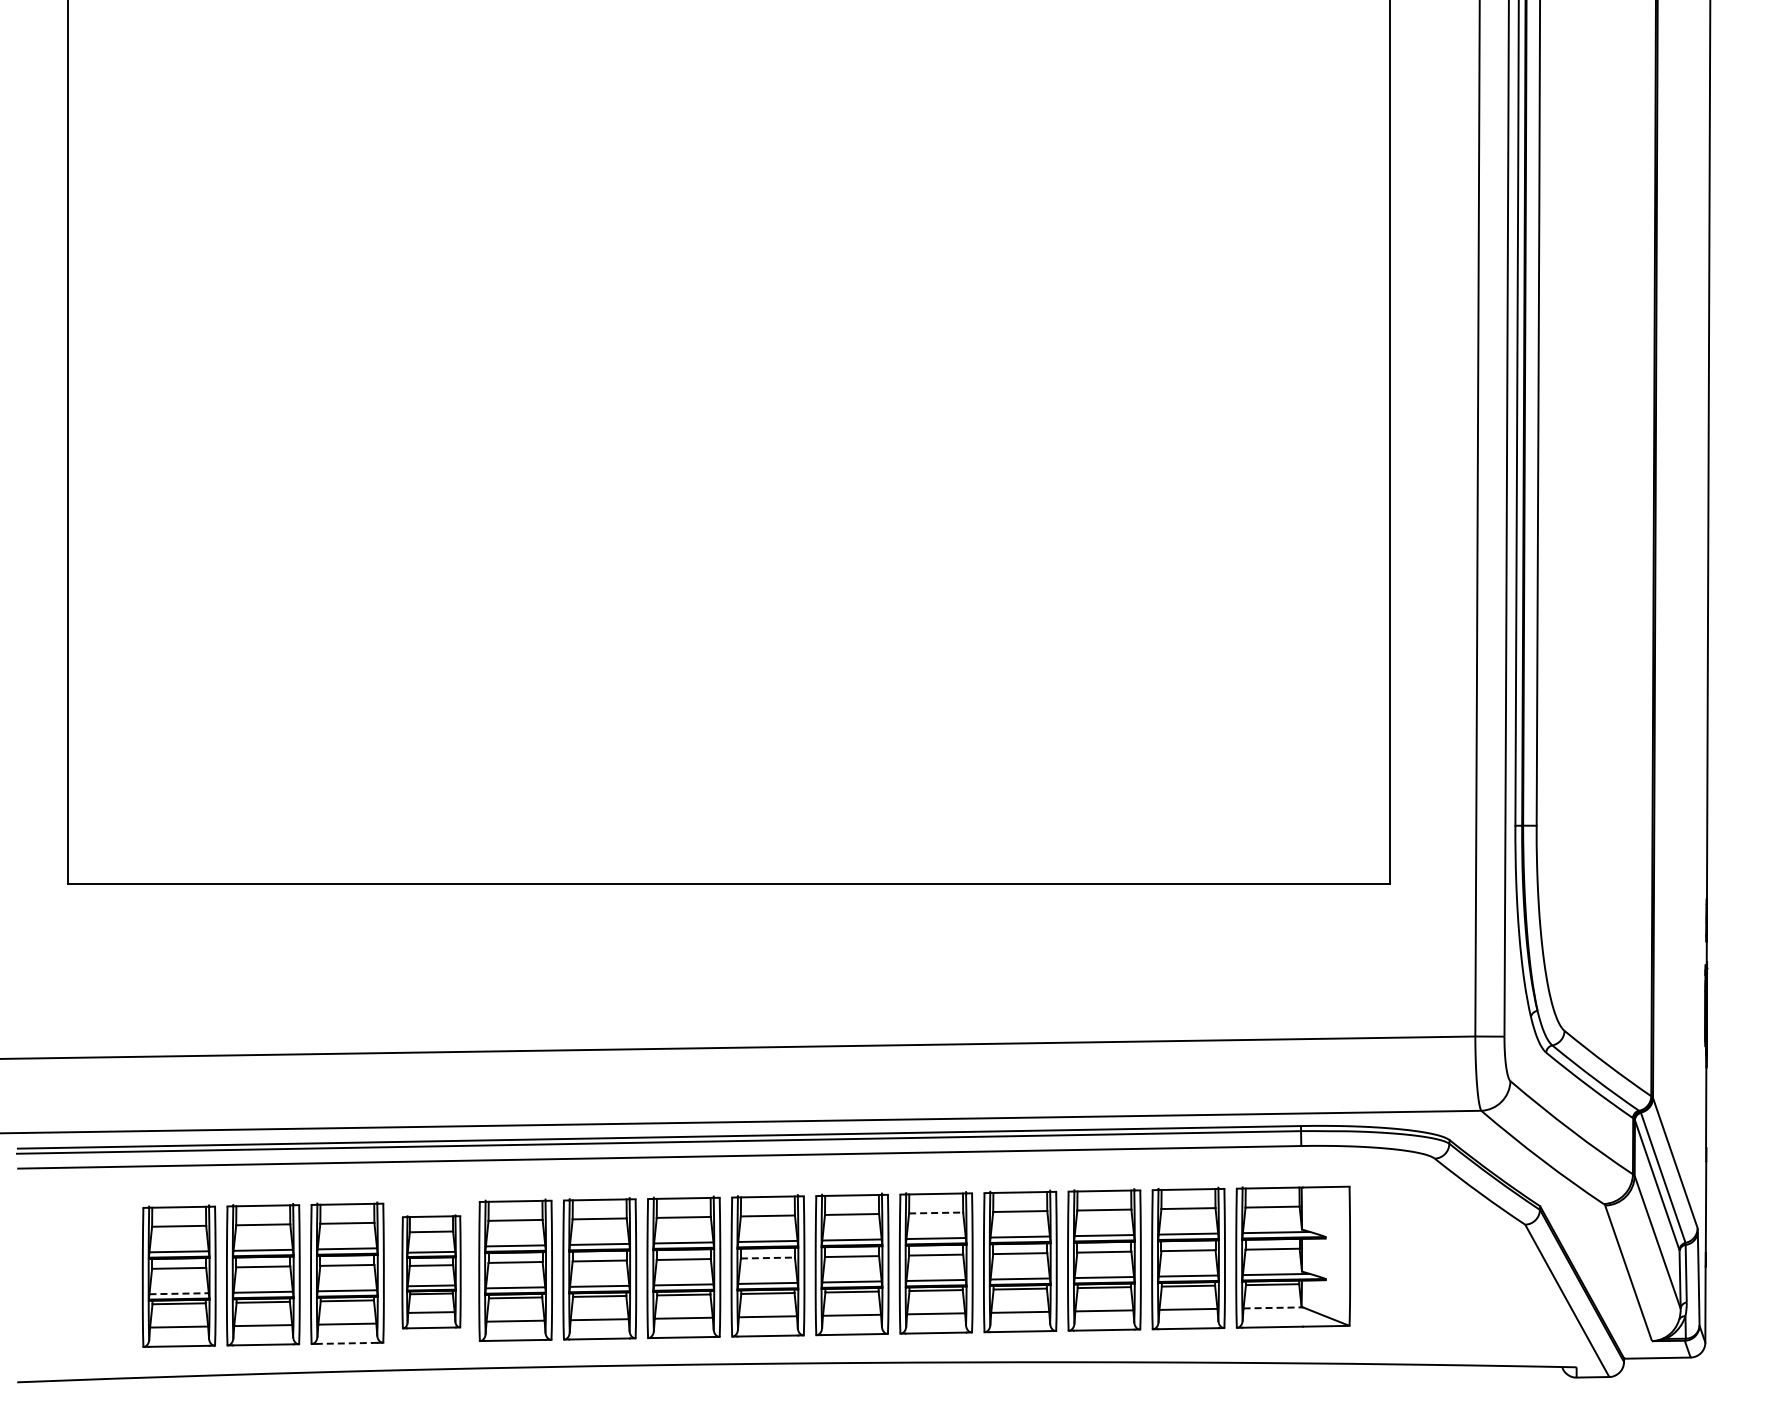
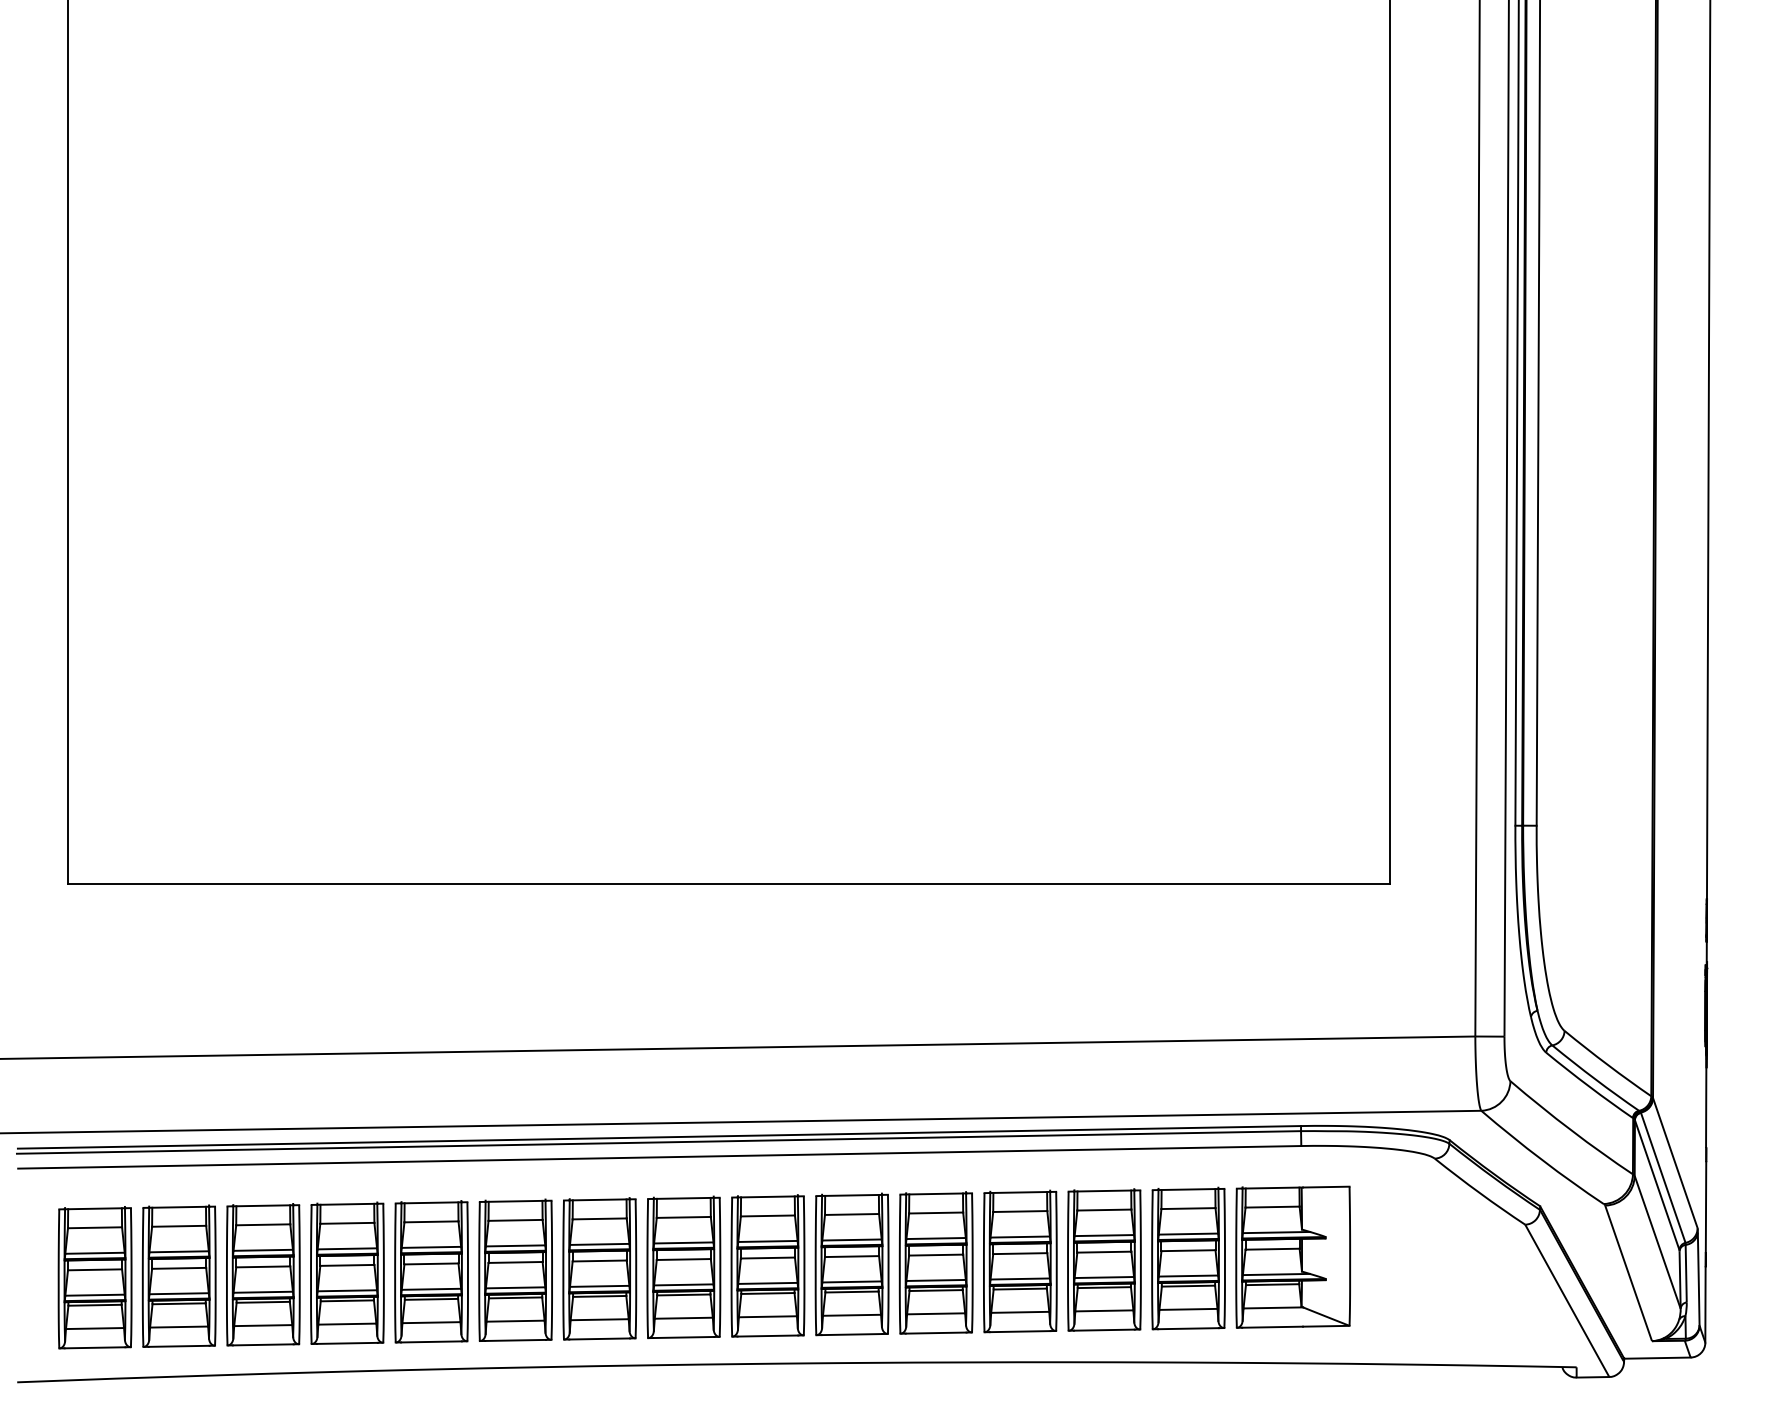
line at (936, 1213): dashed -> solid
line at (768, 1258): dashed -> solid
part at (431, 1271) size: 61x116 px -> 75x144 px
part at (94, 1277): none -> present
line at (179, 1293): dashed -> solid
line at (1273, 1307): dashed -> solid
line at (346, 1343): dashed -> solid
